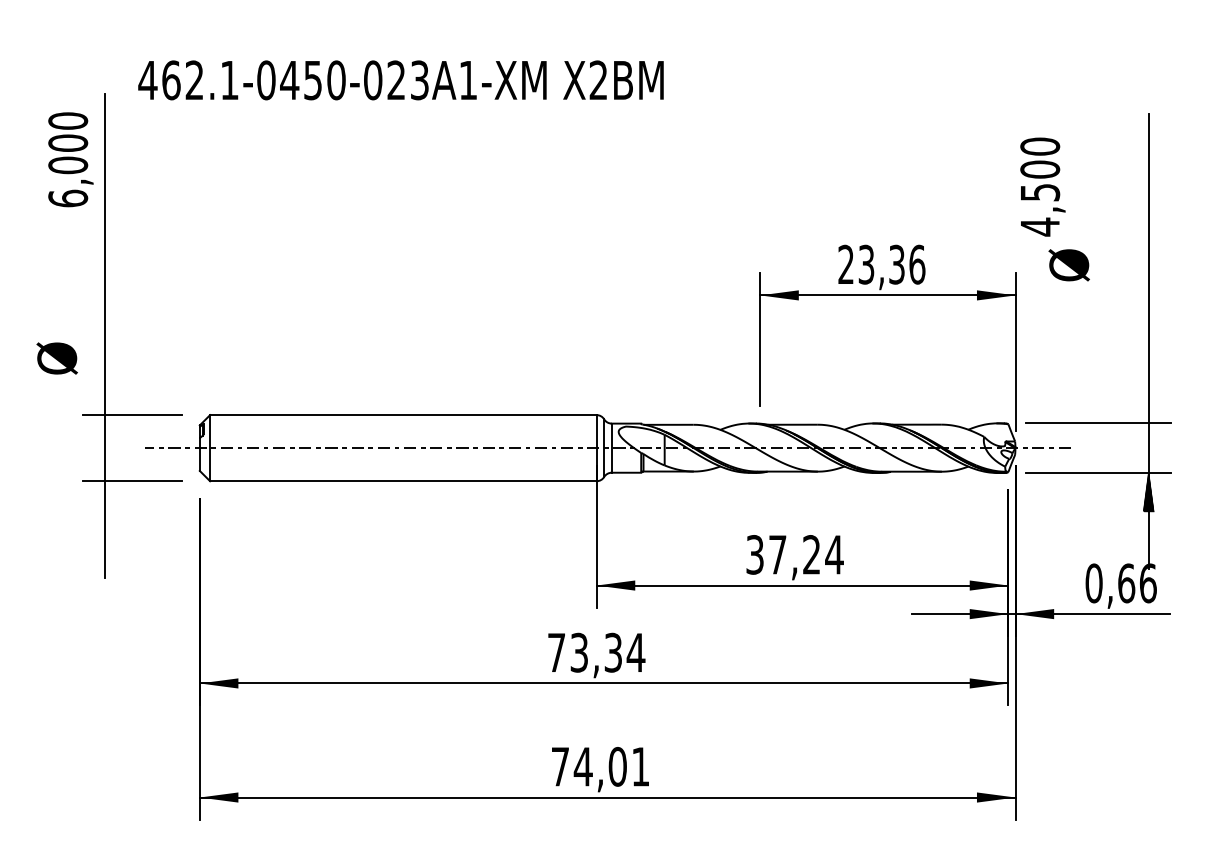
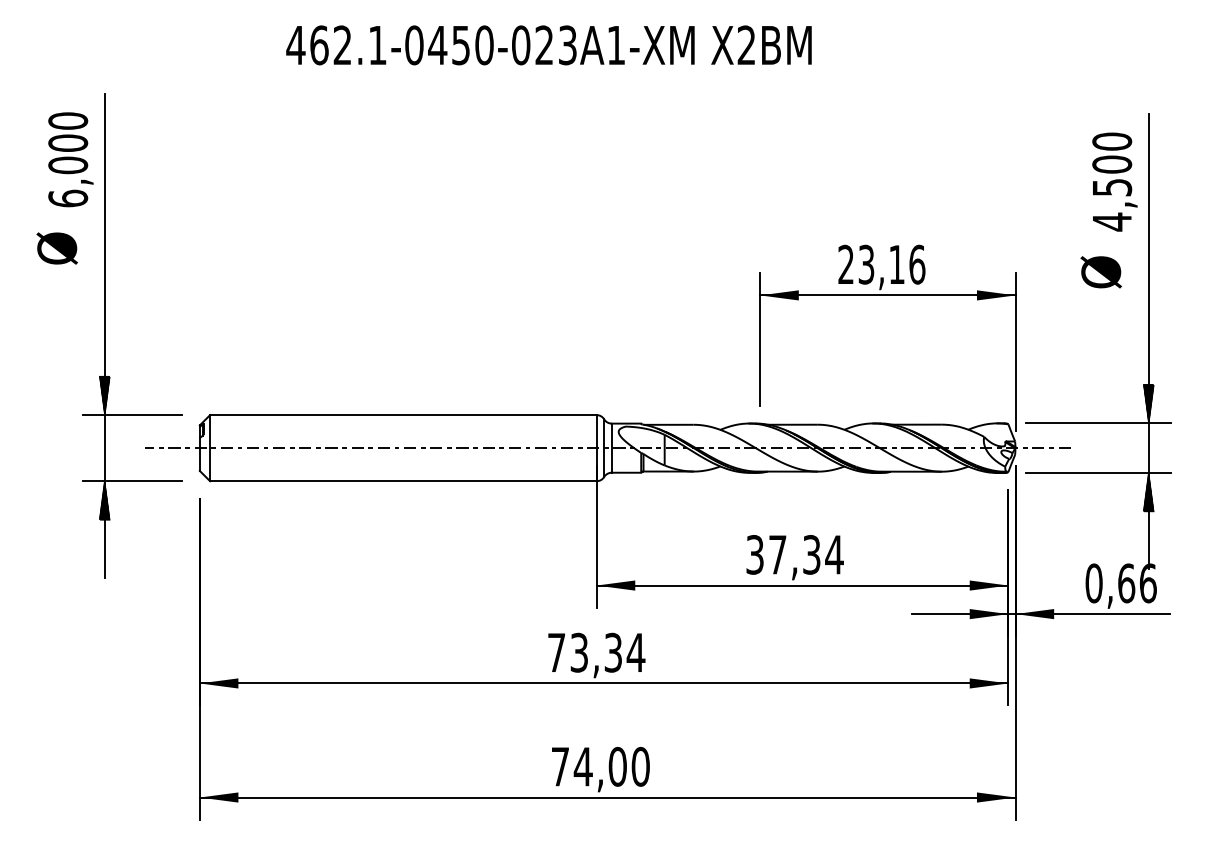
text at (400, 80) position: (400, 80) -> (548, 45)
text at (1042, 186) position: (1042, 186) -> (1114, 181)
text at (896, 264): 23,36 -> 23,16
text at (1068, 265) position: (1068, 265) -> (1100, 272)
text at (56, 358) position: (56, 358) -> (56, 248)
hatch at (104, 395): none -> present
hatch at (1148, 403): none -> present
hatch at (104, 500): none -> present
text at (811, 554): 37,24 -> 37,34
text at (640, 766): 74,01 -> 74,00
